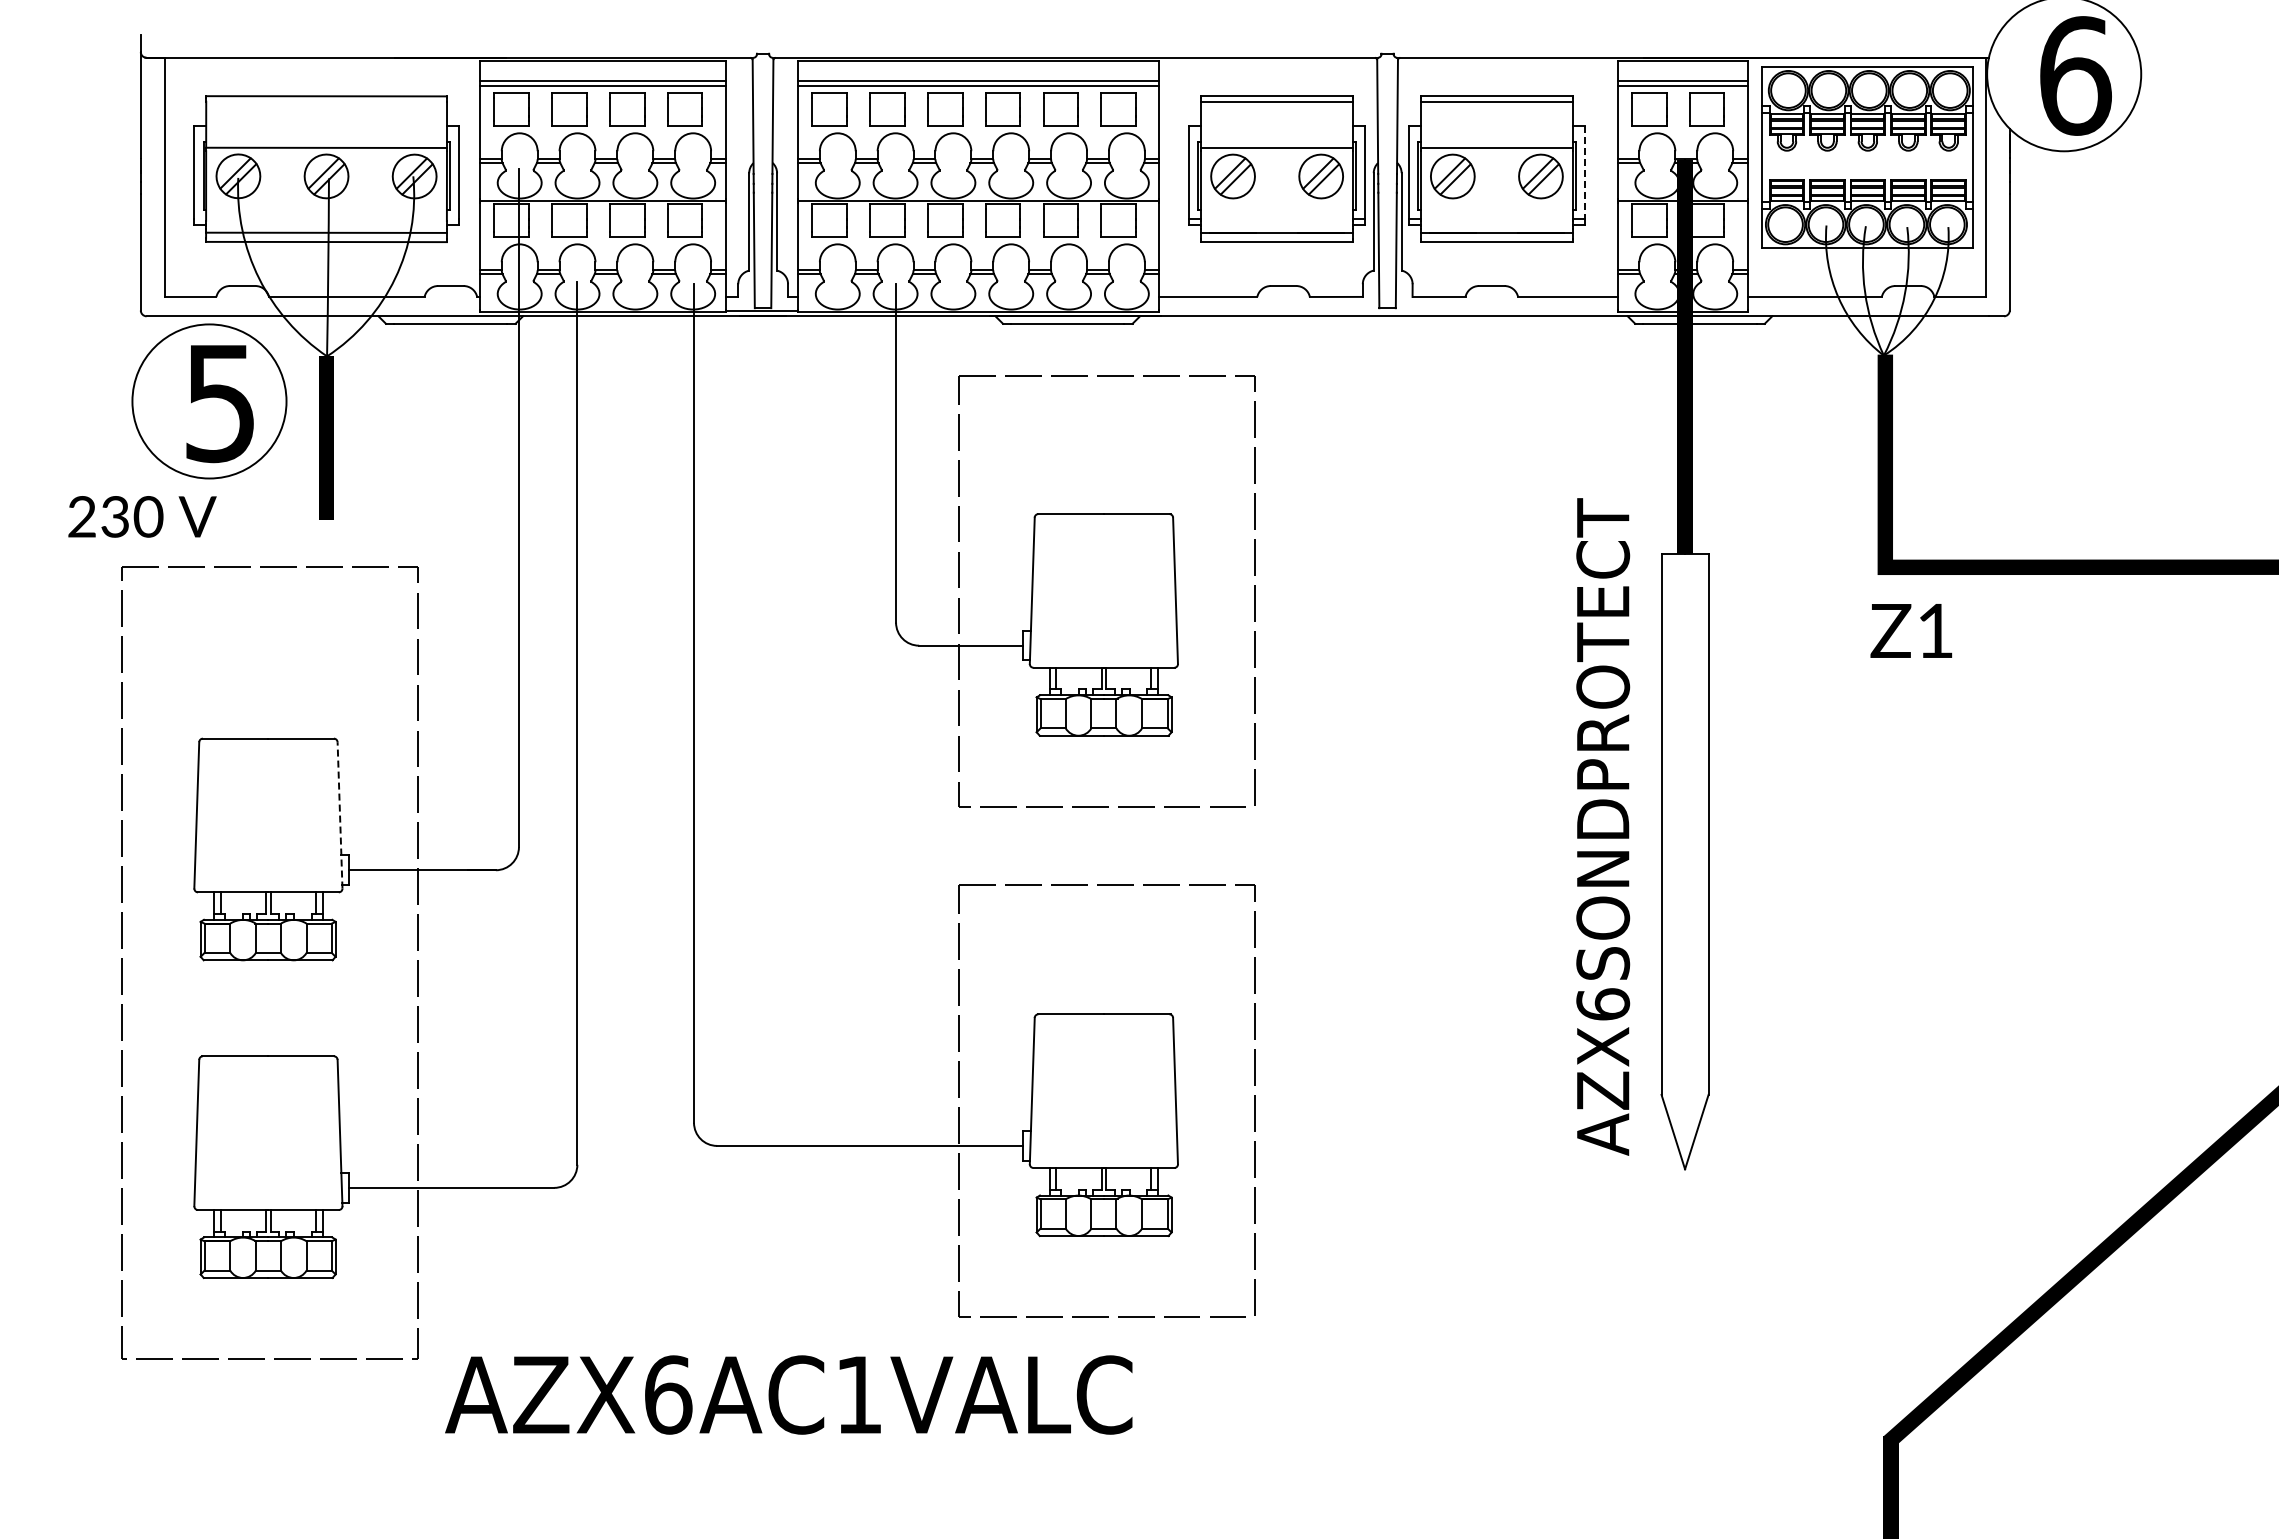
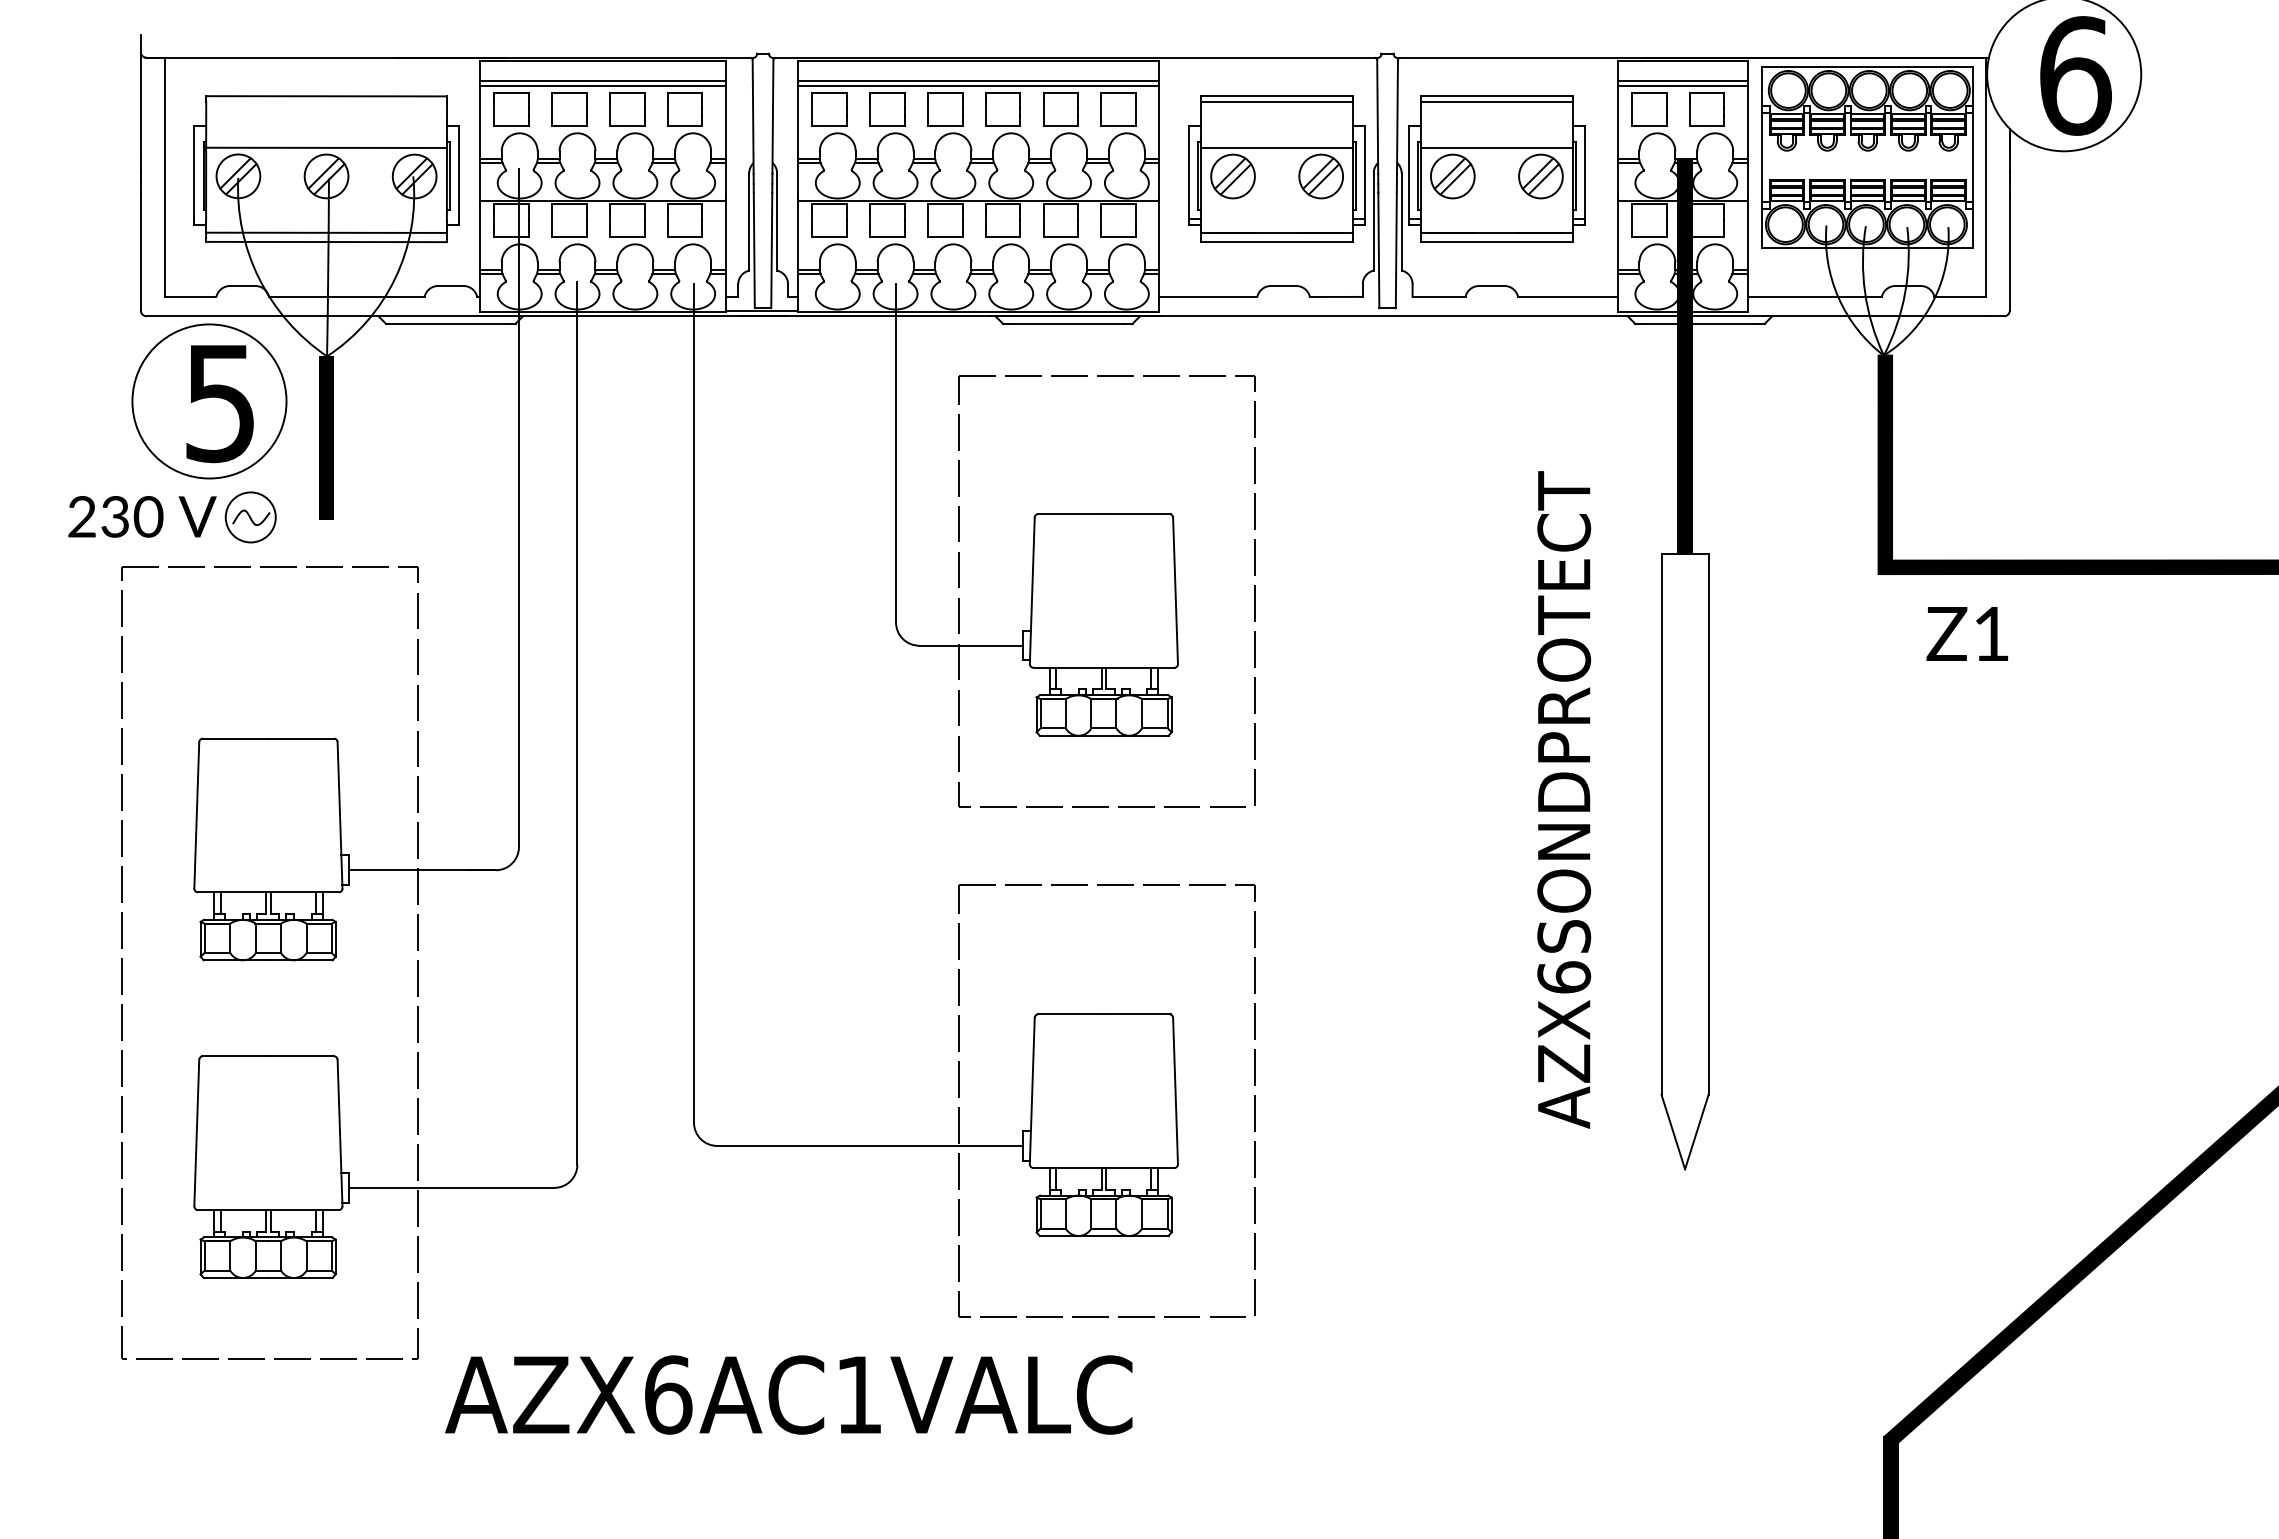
line at (1585, 172): dashed -> solid
part at (250, 517): none -> present
text at (1911, 630) position: (1911, 630) -> (1967, 633)
line at (340, 814): dashed -> solid
text at (1603, 826) position: (1603, 826) -> (1564, 799)
